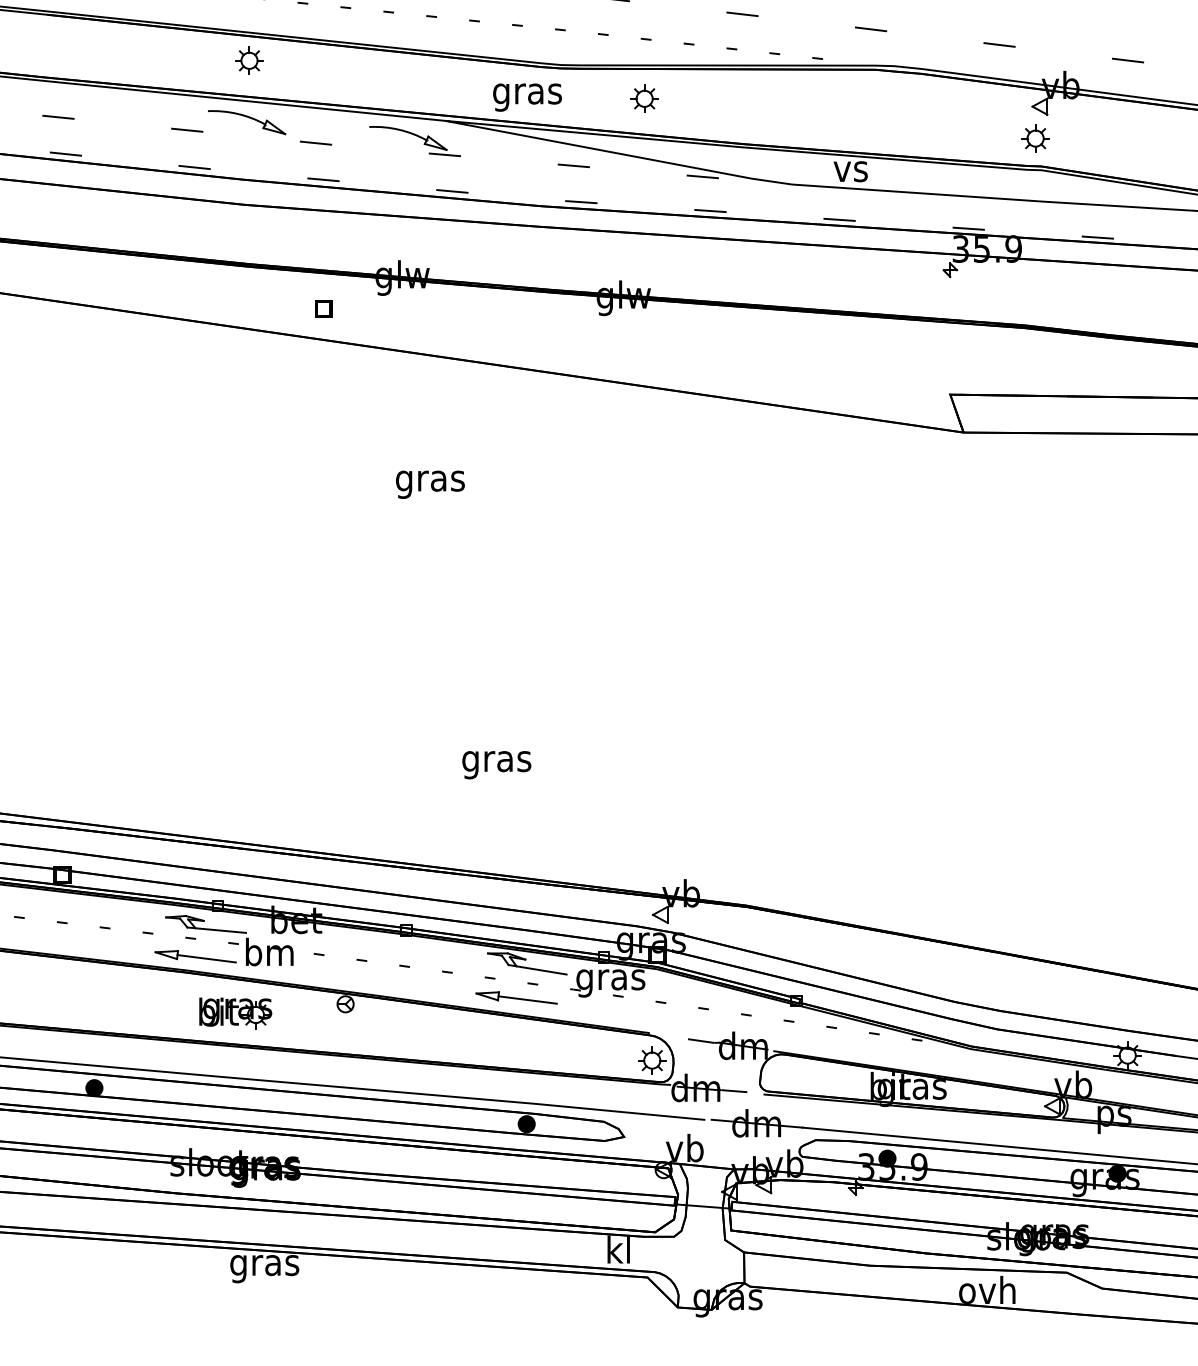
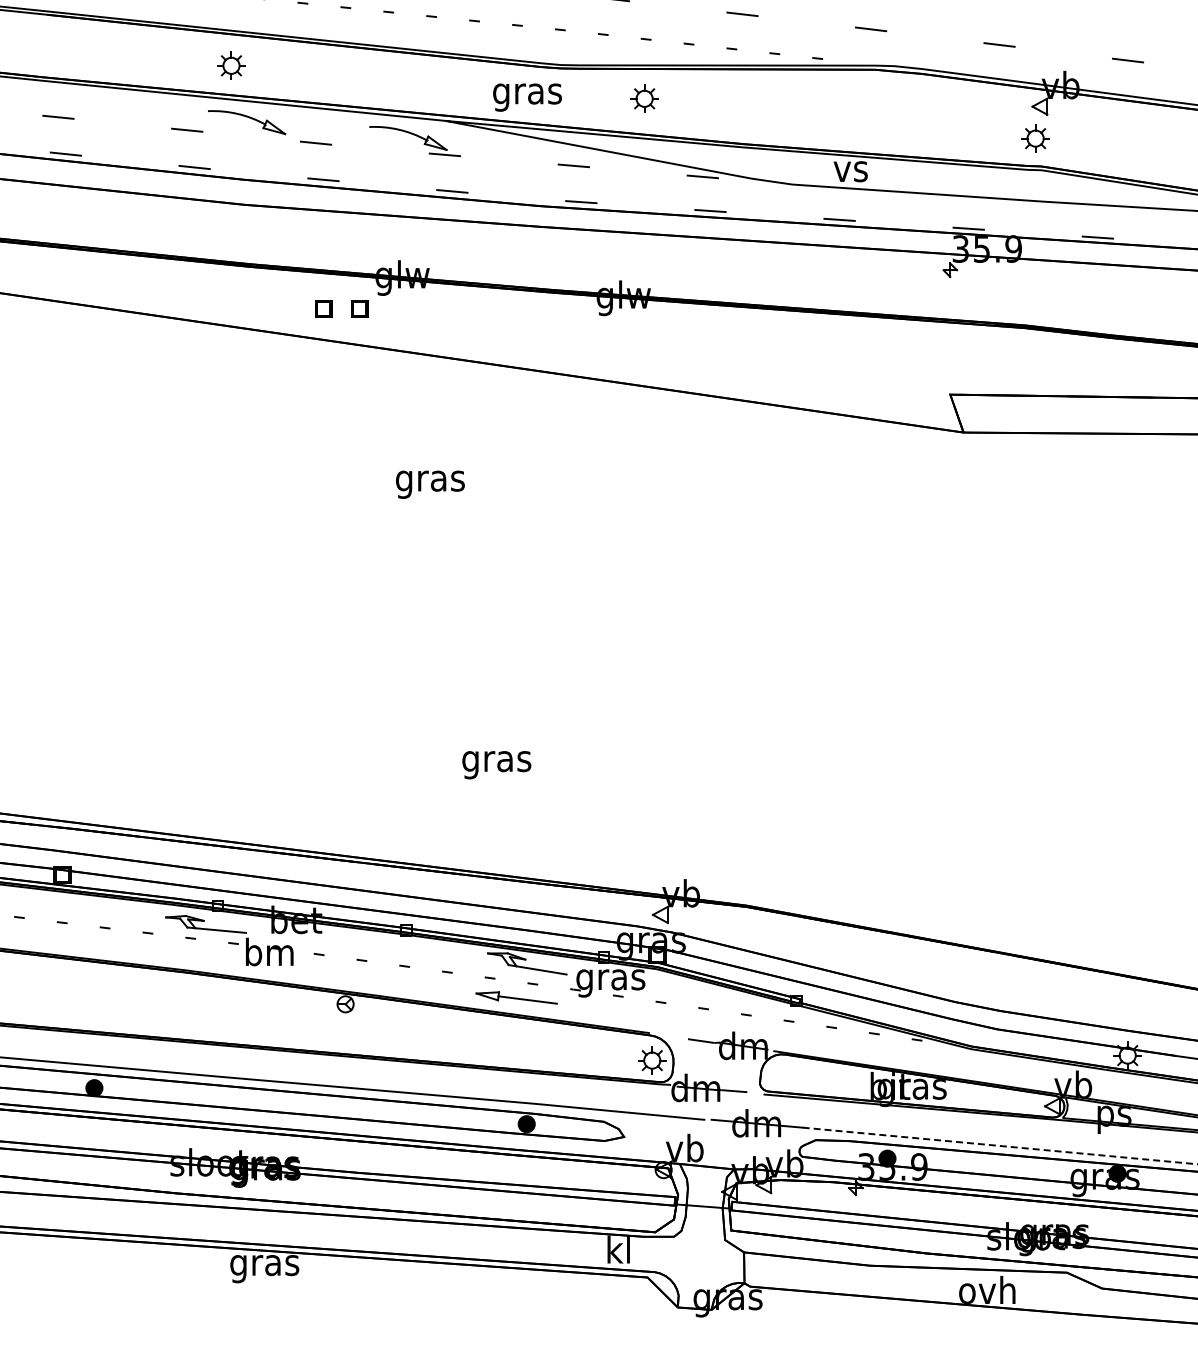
part at (249, 60) position: (249, 60) -> (231, 65)
part at (359, 308): none -> present
part at (195, 956): present -> none
part at (235, 1013): present -> none
line at (1000, 1146): solid -> dashed
